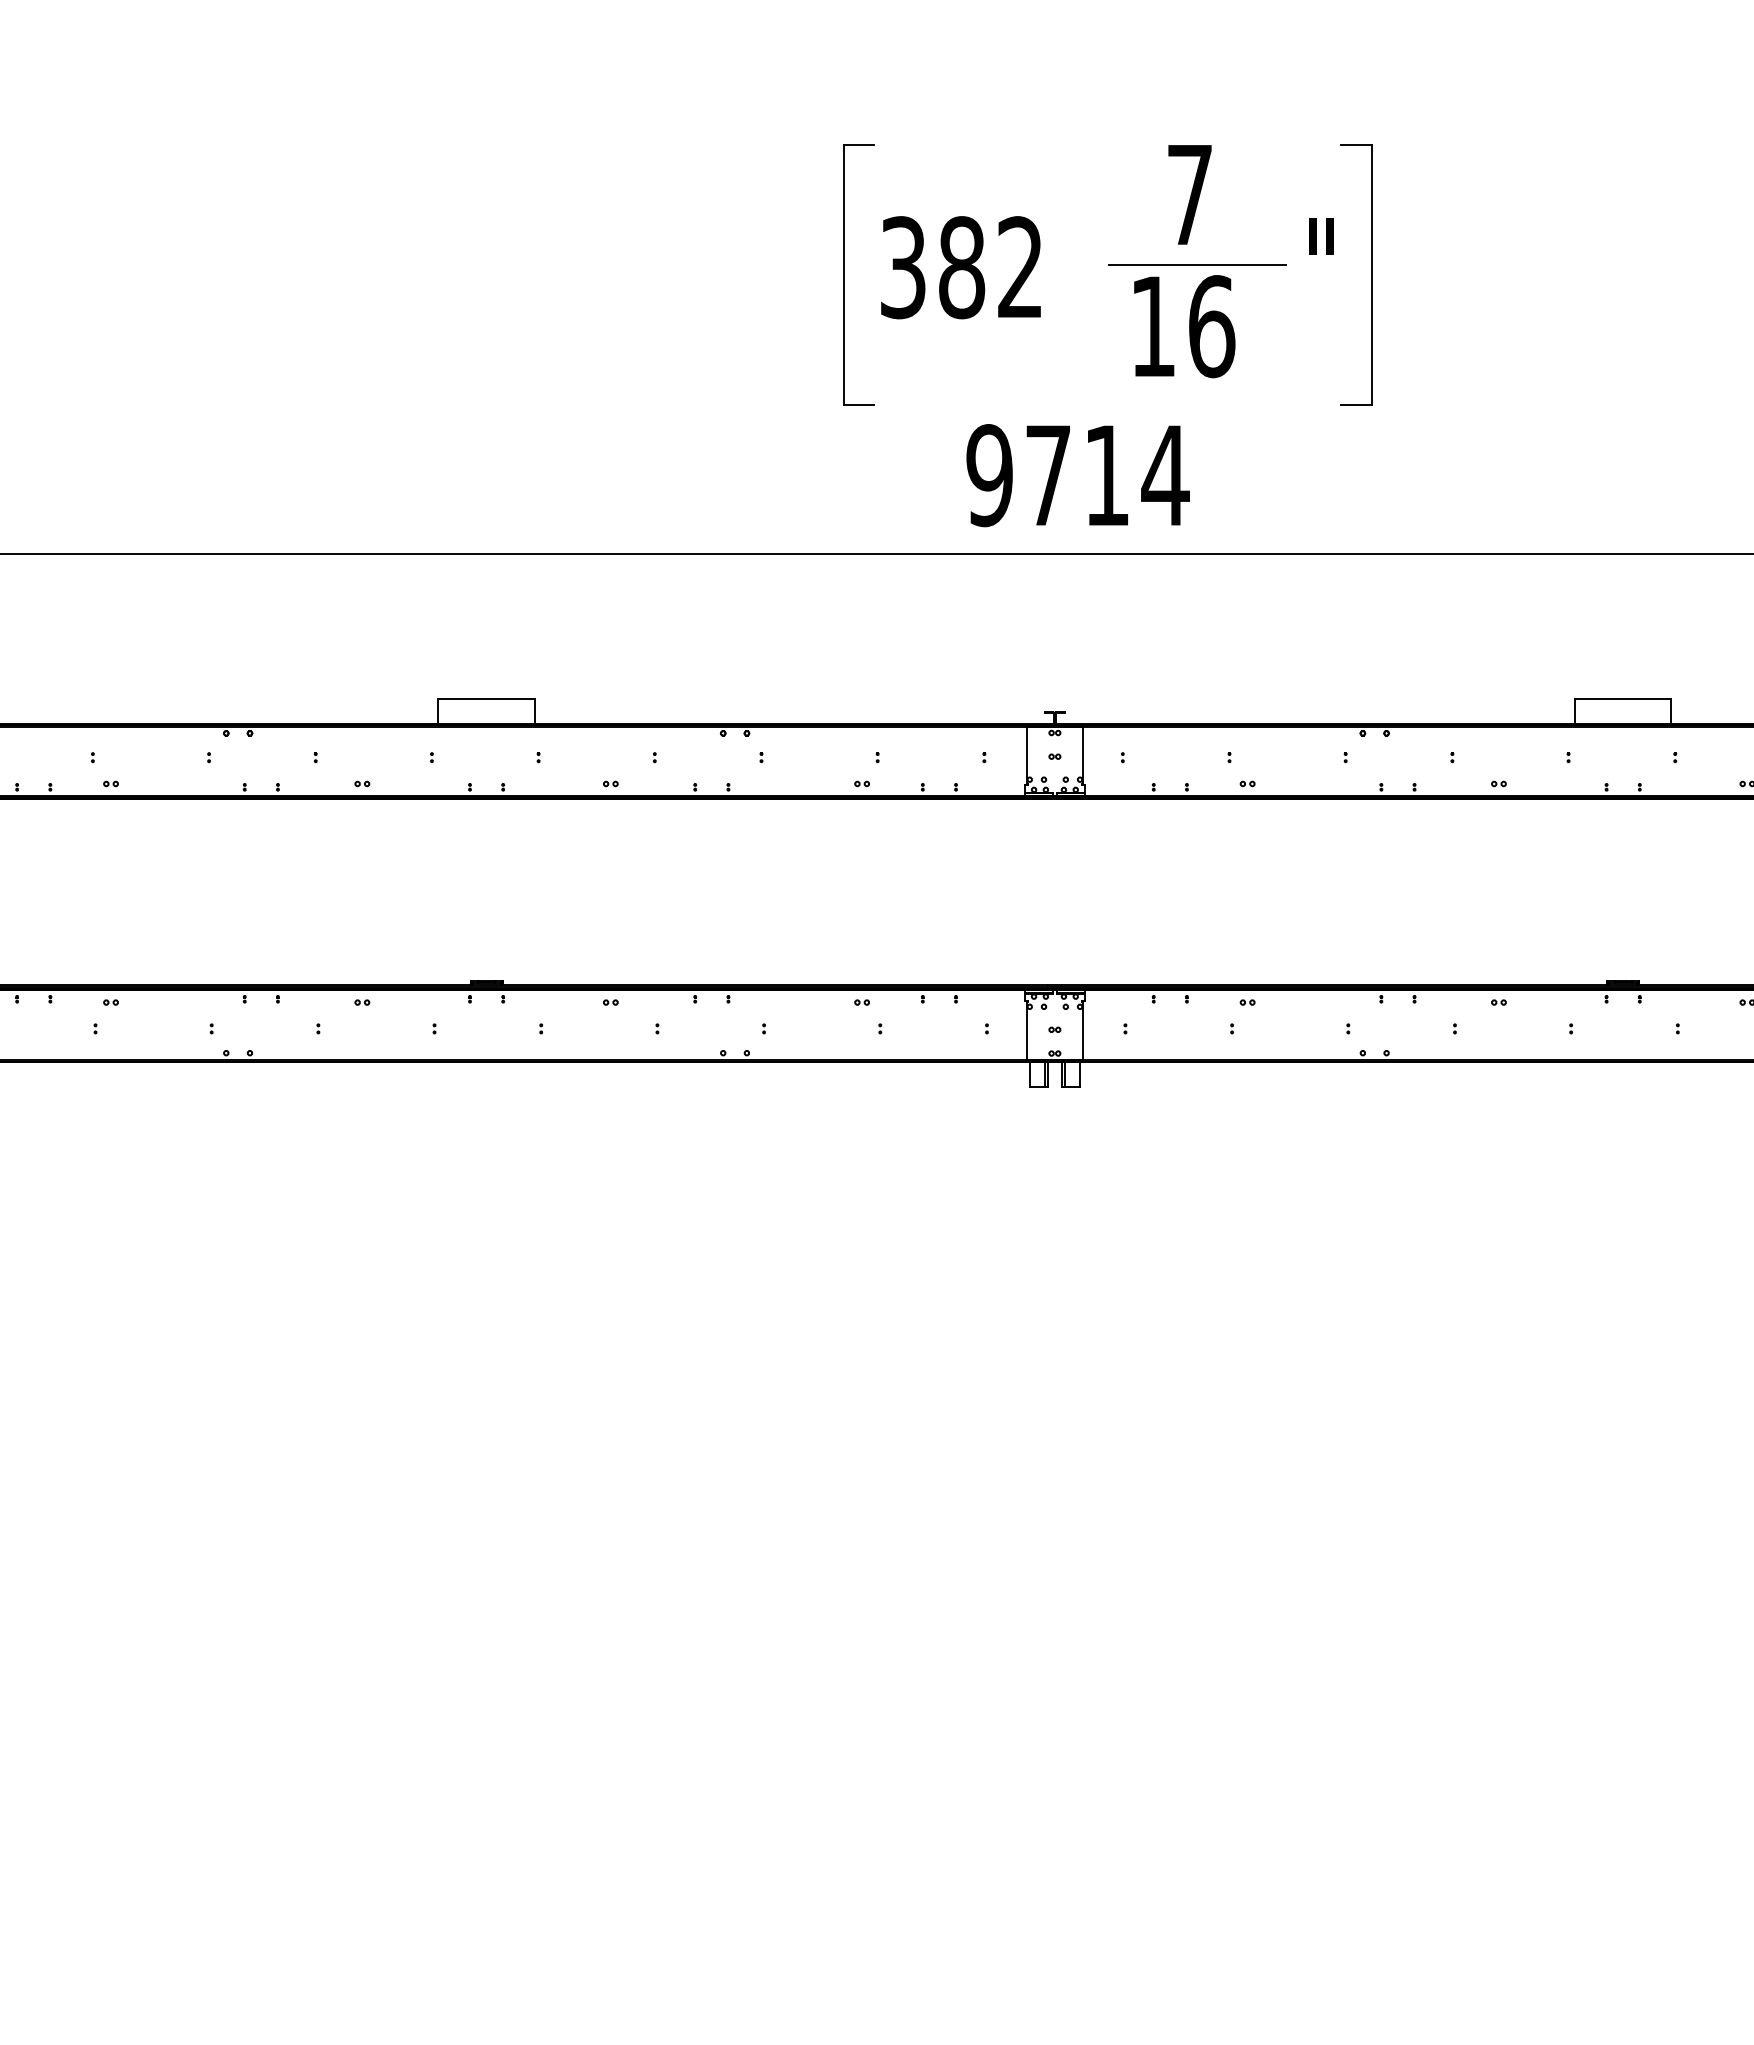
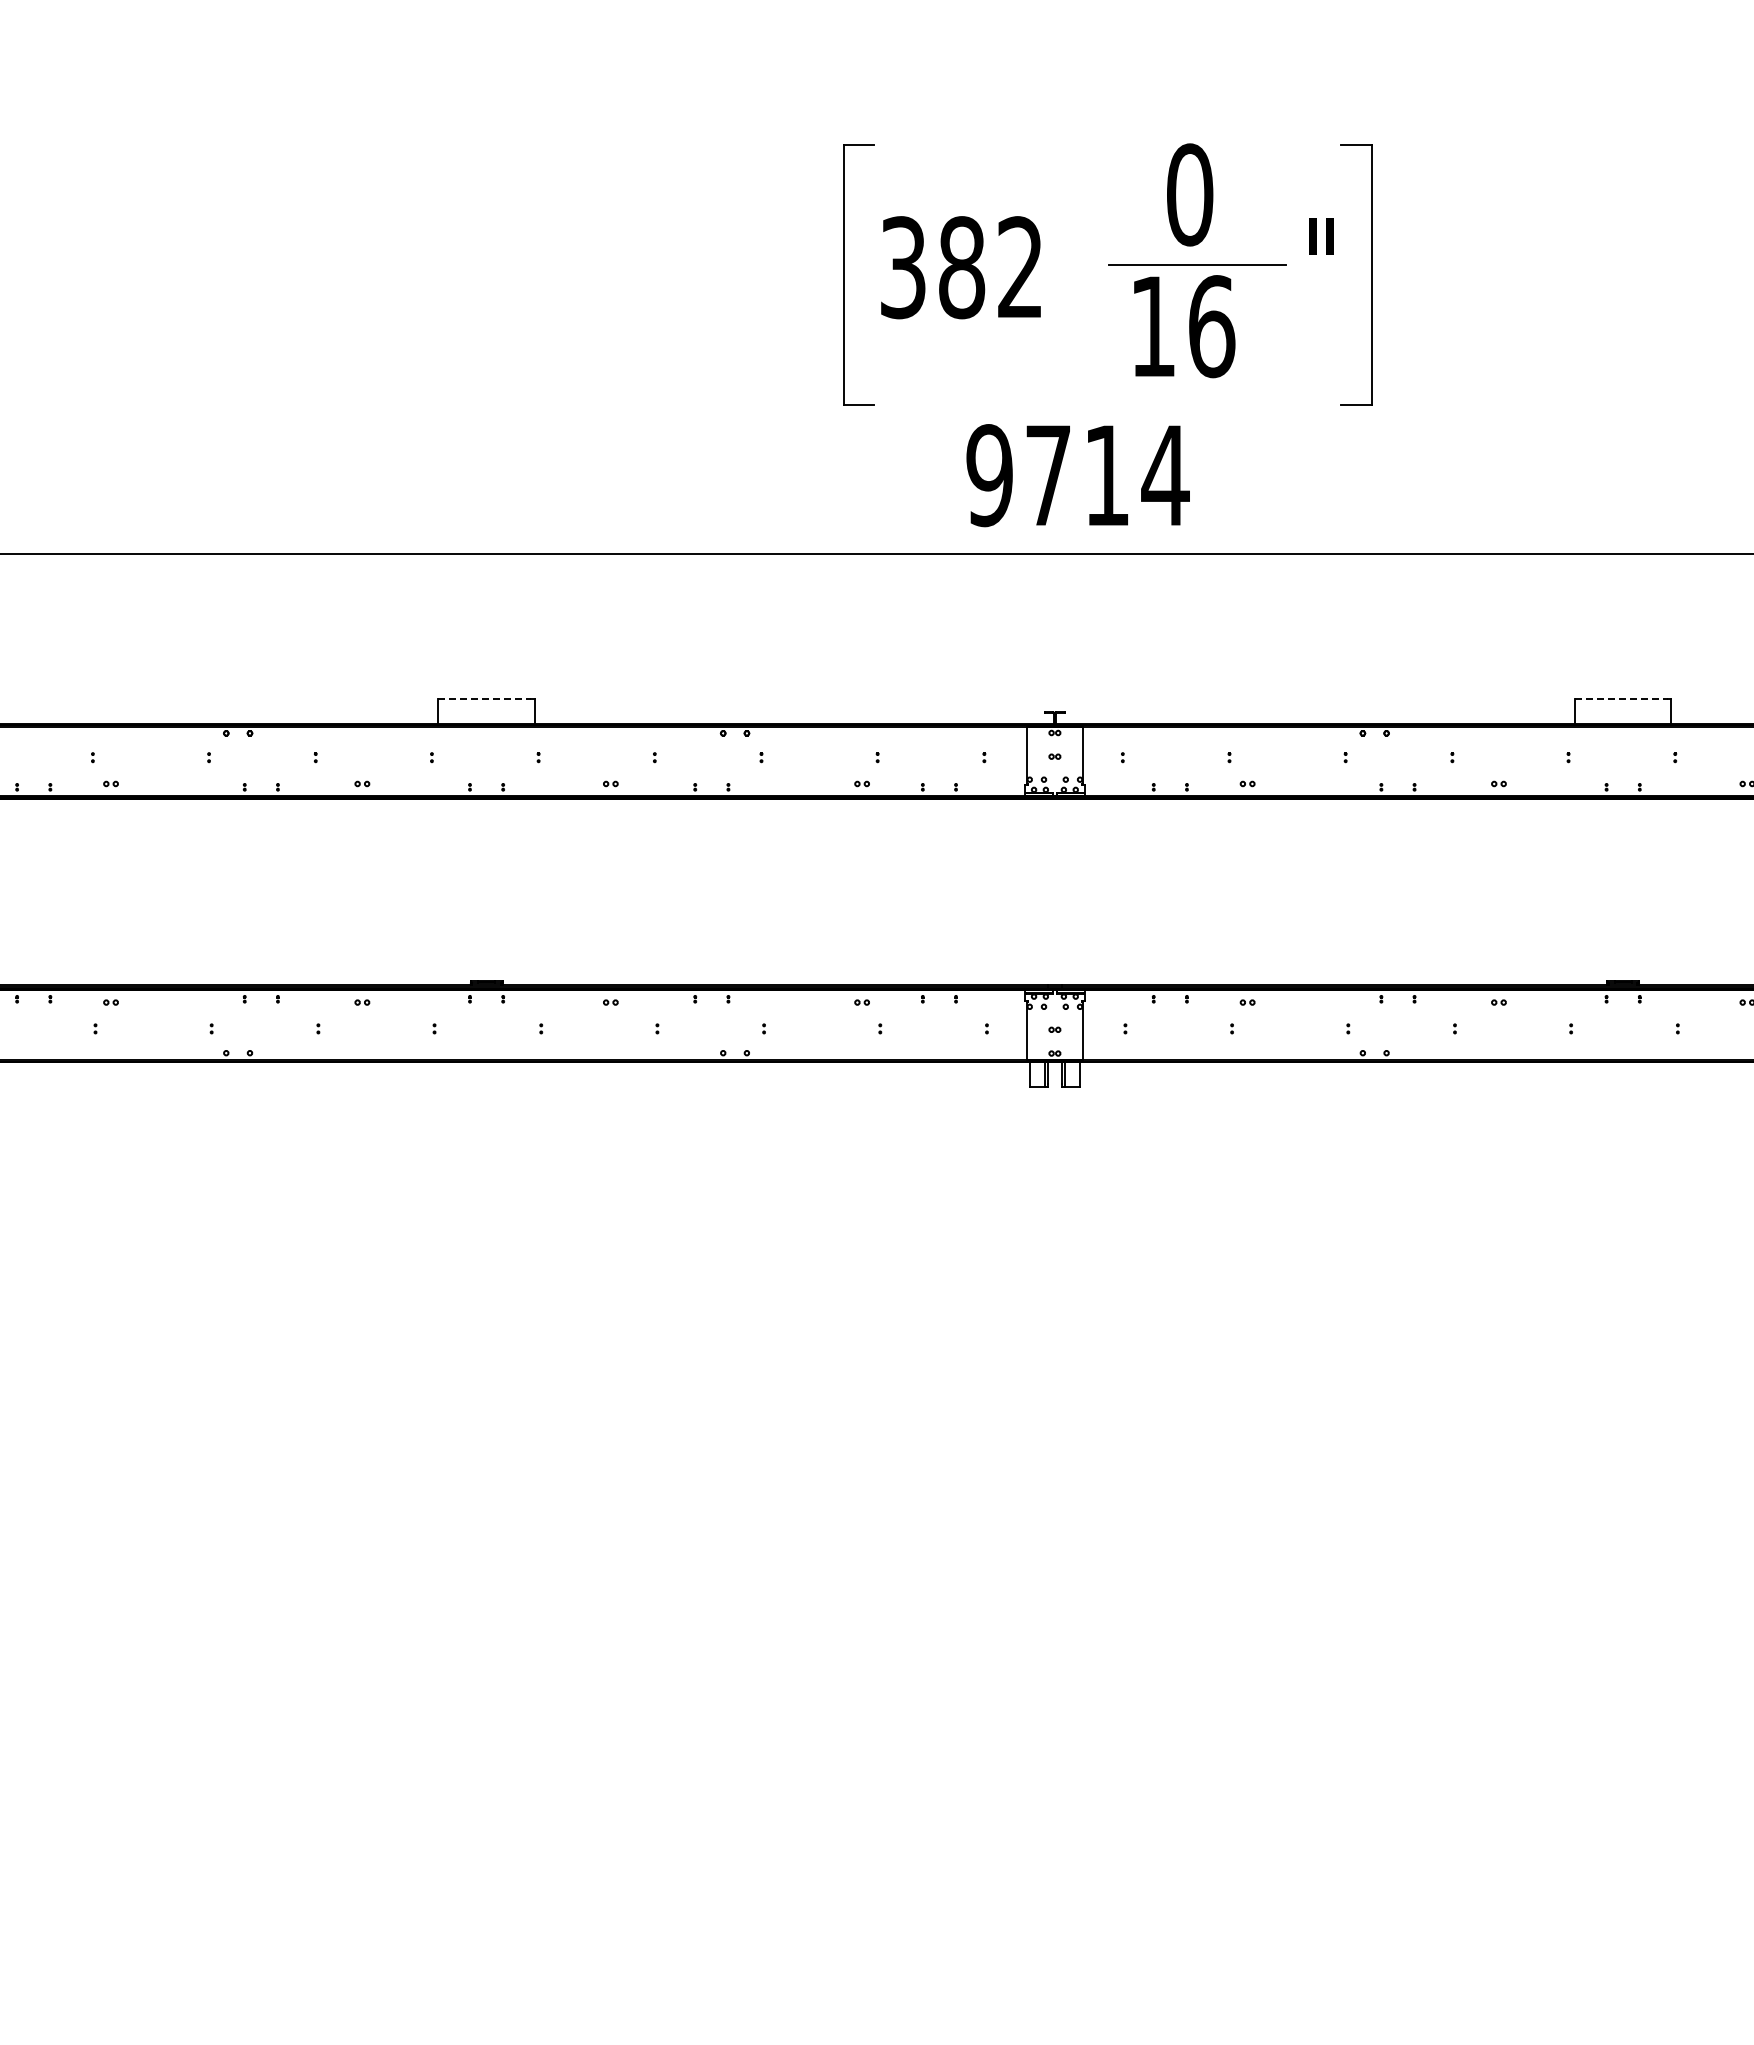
text at (1190, 194): 7 -> 0
line at (485, 699): solid -> dashed
line at (1621, 699): solid -> dashed
